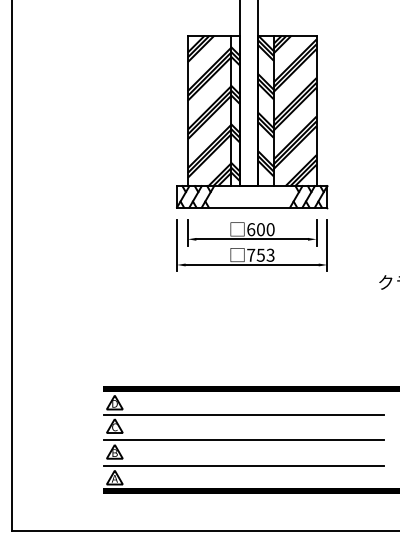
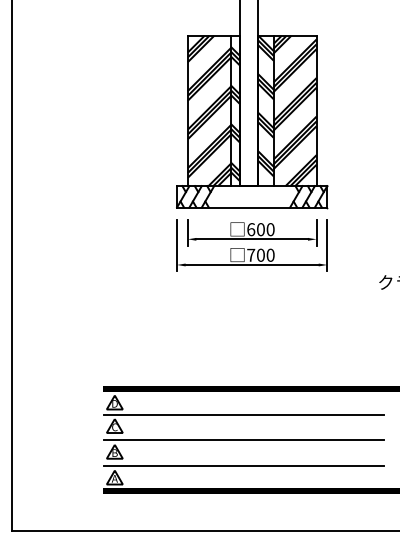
text at (265, 254): 753 -> 700
